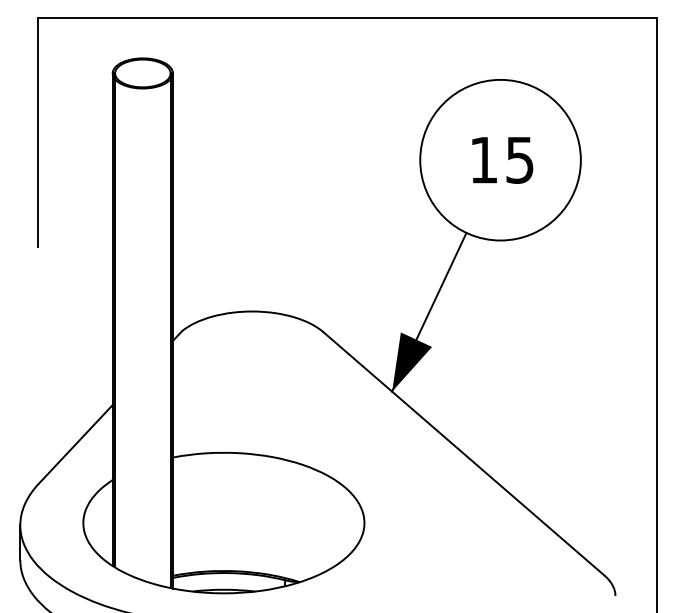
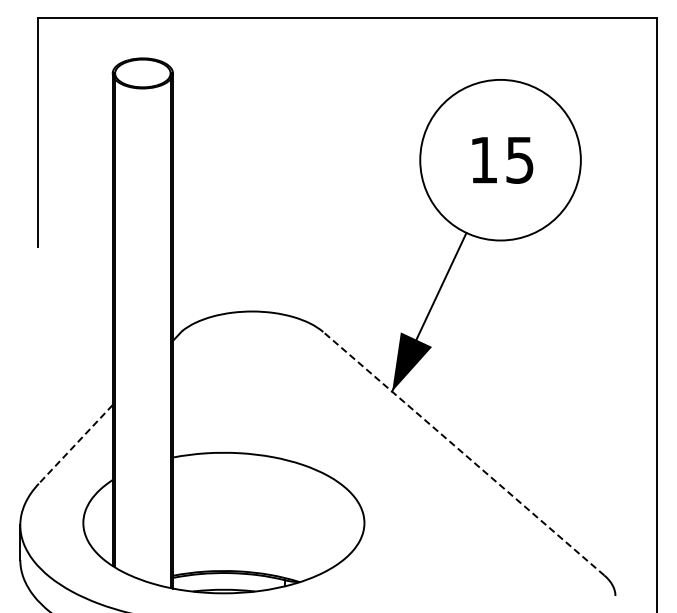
line at (75, 444): solid -> dashed
line at (463, 453): solid -> dashed
